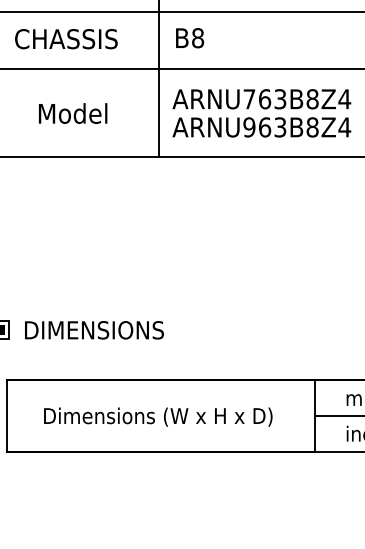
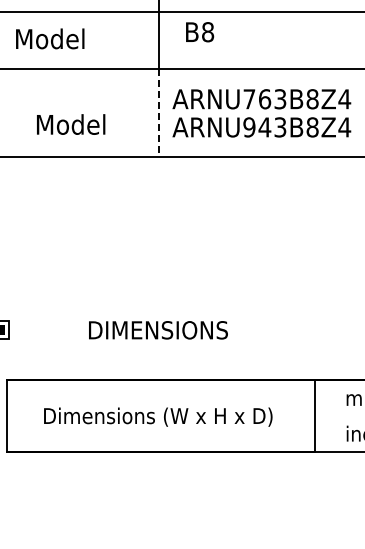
text at (66, 38): CHASSIS -> Model
text at (190, 38) position: (190, 38) -> (200, 32)
text at (73, 113) position: (73, 113) -> (71, 124)
line at (159, 113): solid -> dashed
text at (264, 127): ARNU963B8Z4 -> ARNU943B8Z4
text at (94, 330) position: (94, 330) -> (158, 330)
line at (337, 416): present -> none
